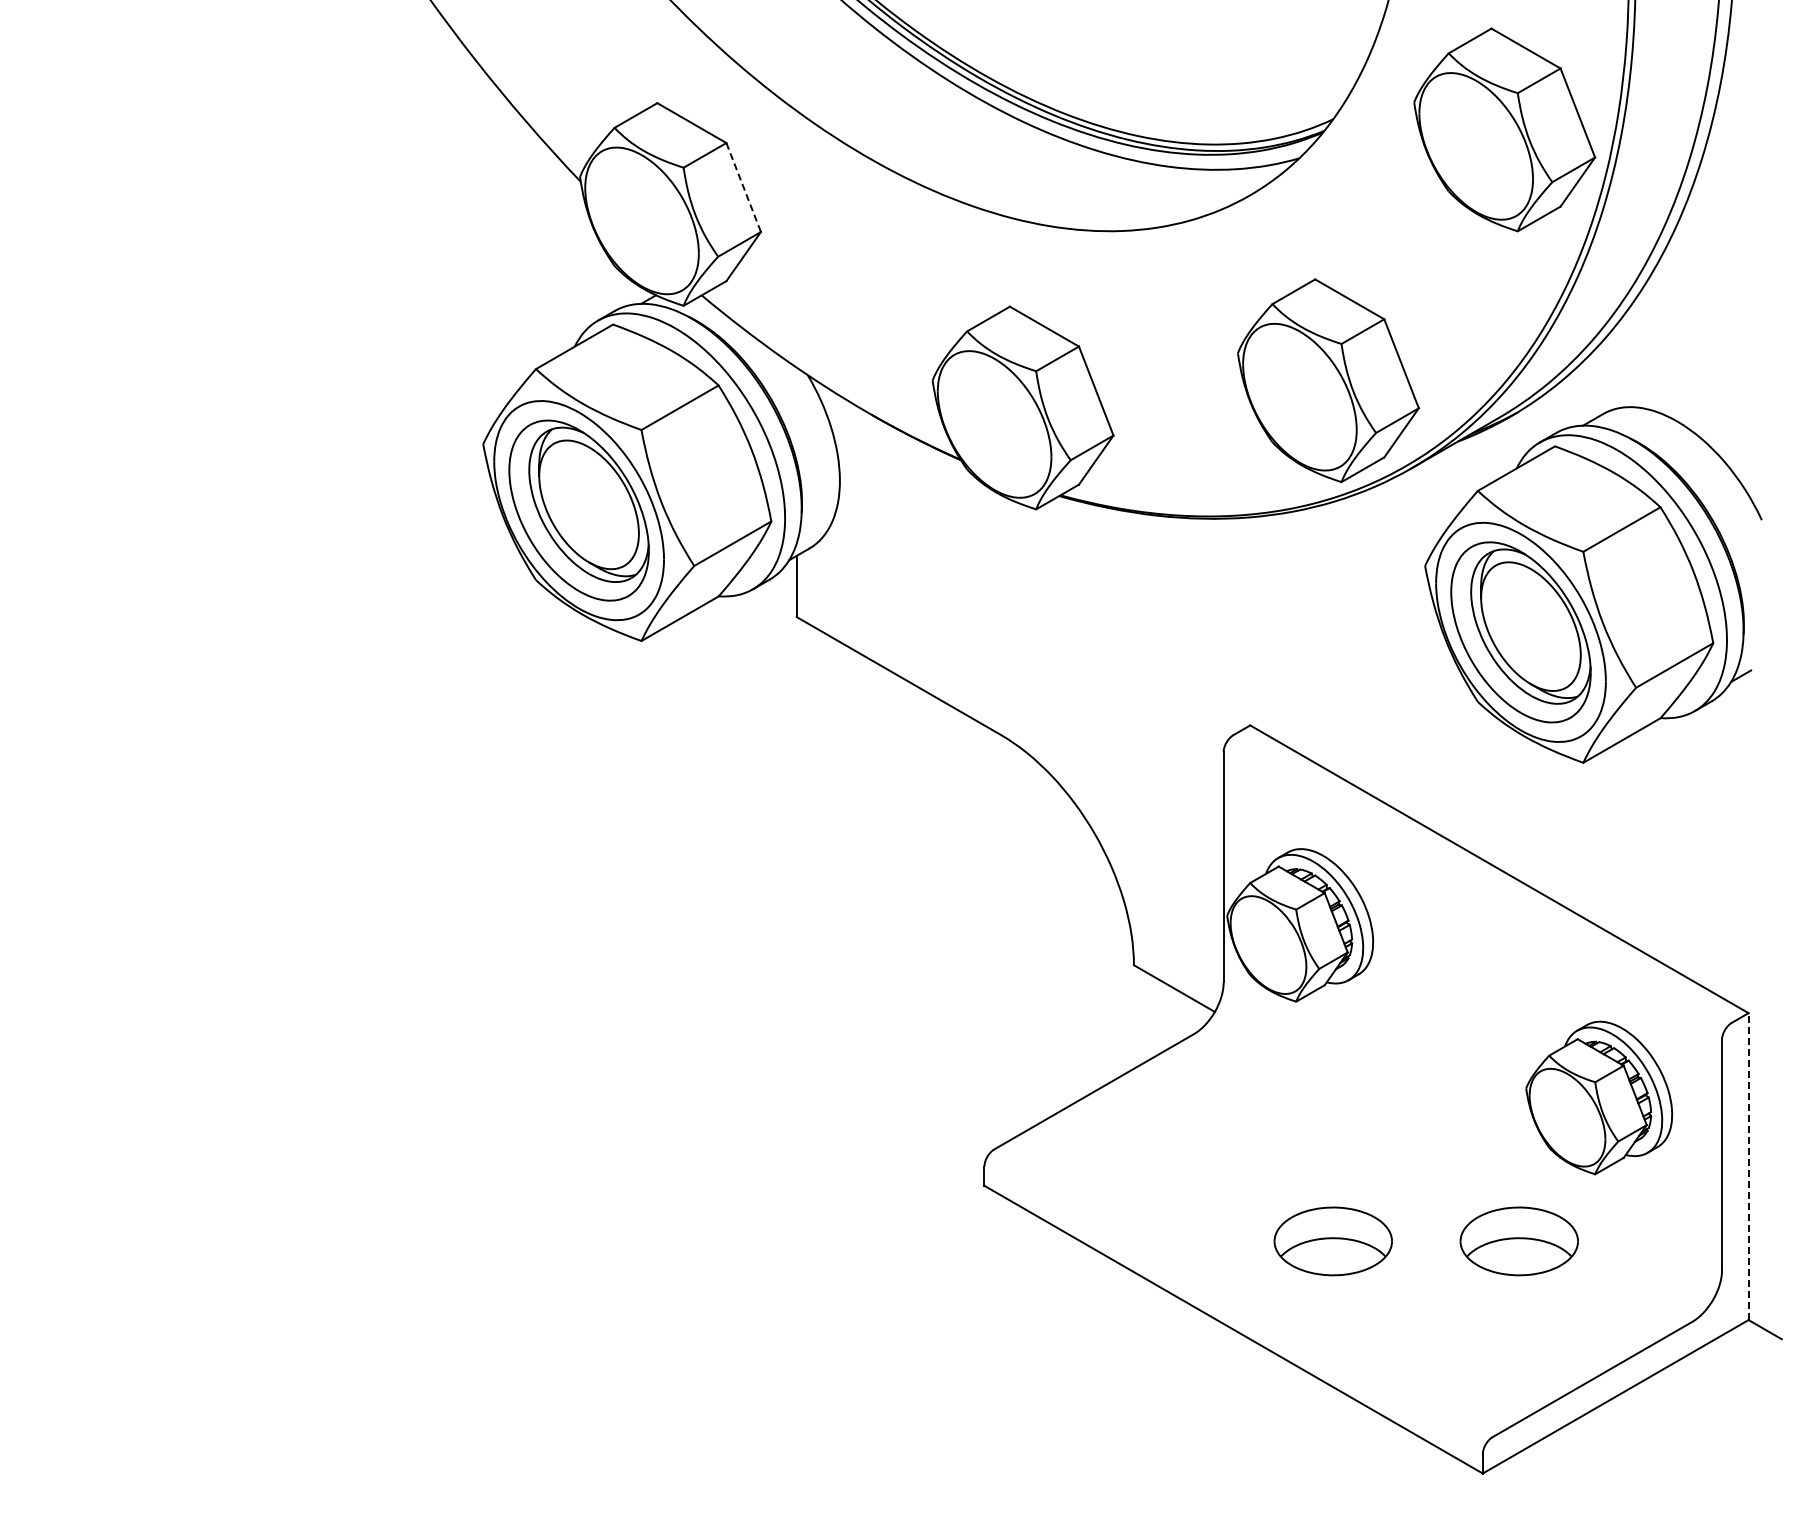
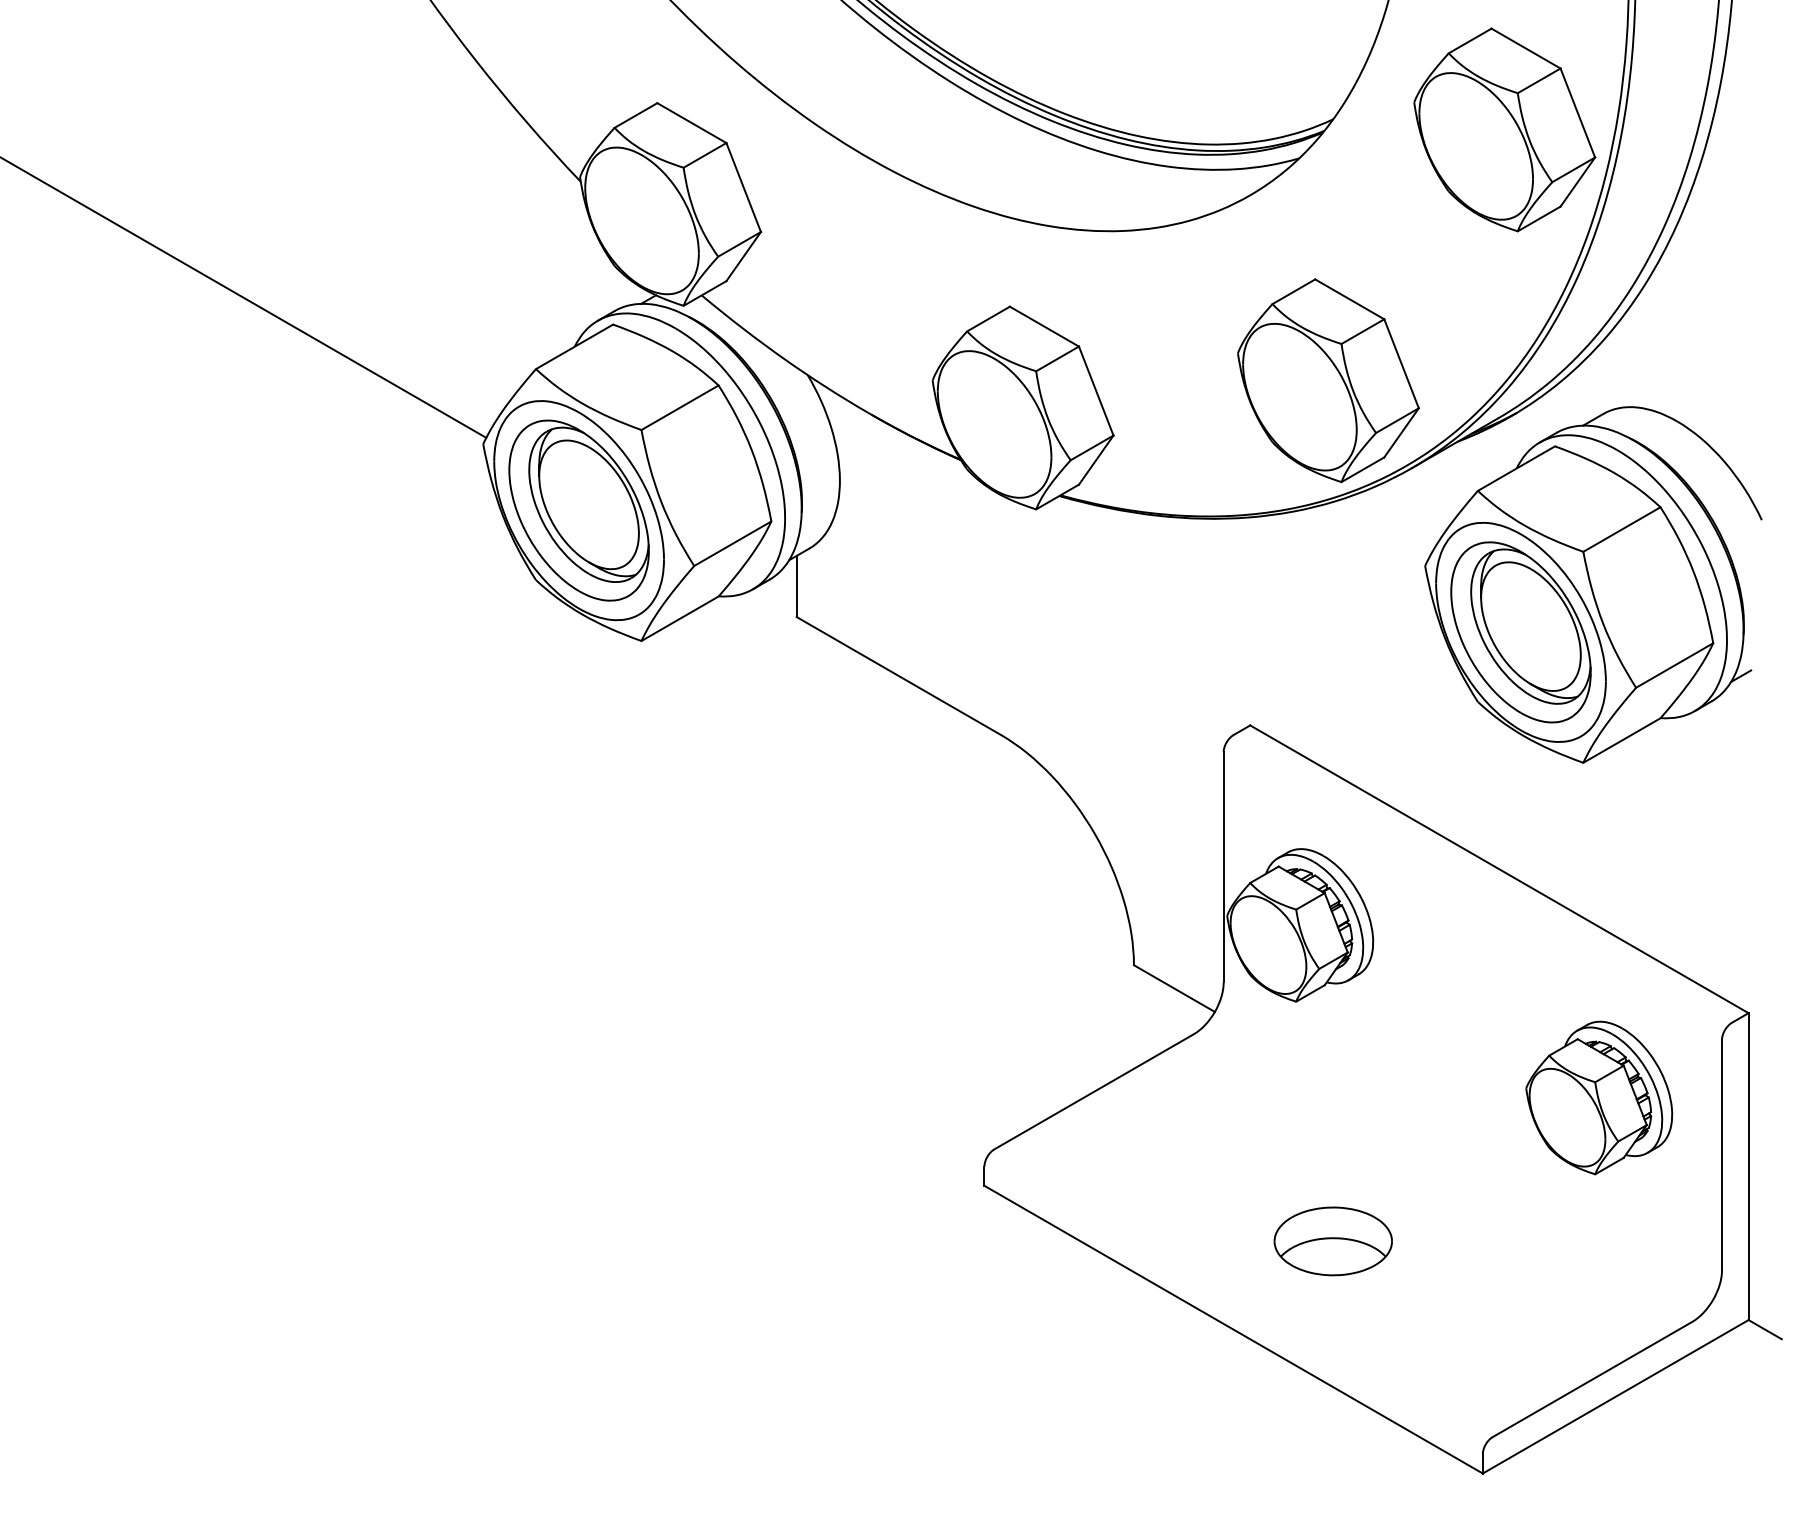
line at (743, 187): dashed -> solid
line at (244, 297): none -> present
line at (1748, 1166): dashed -> solid
part at (1518, 1241): present -> none
